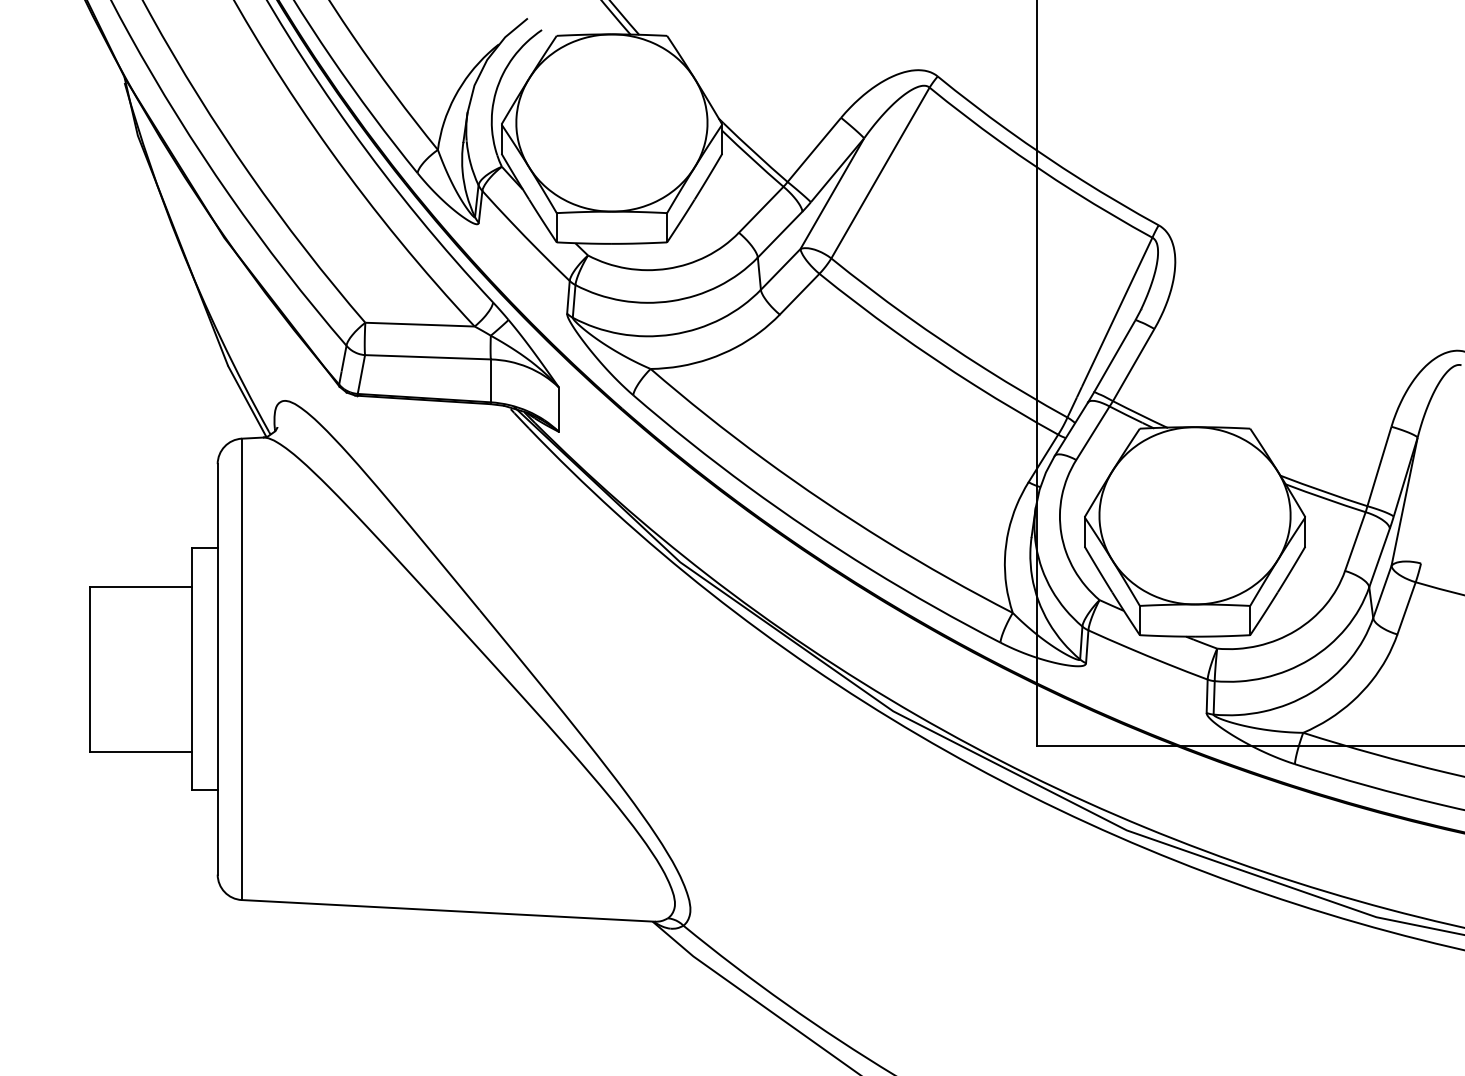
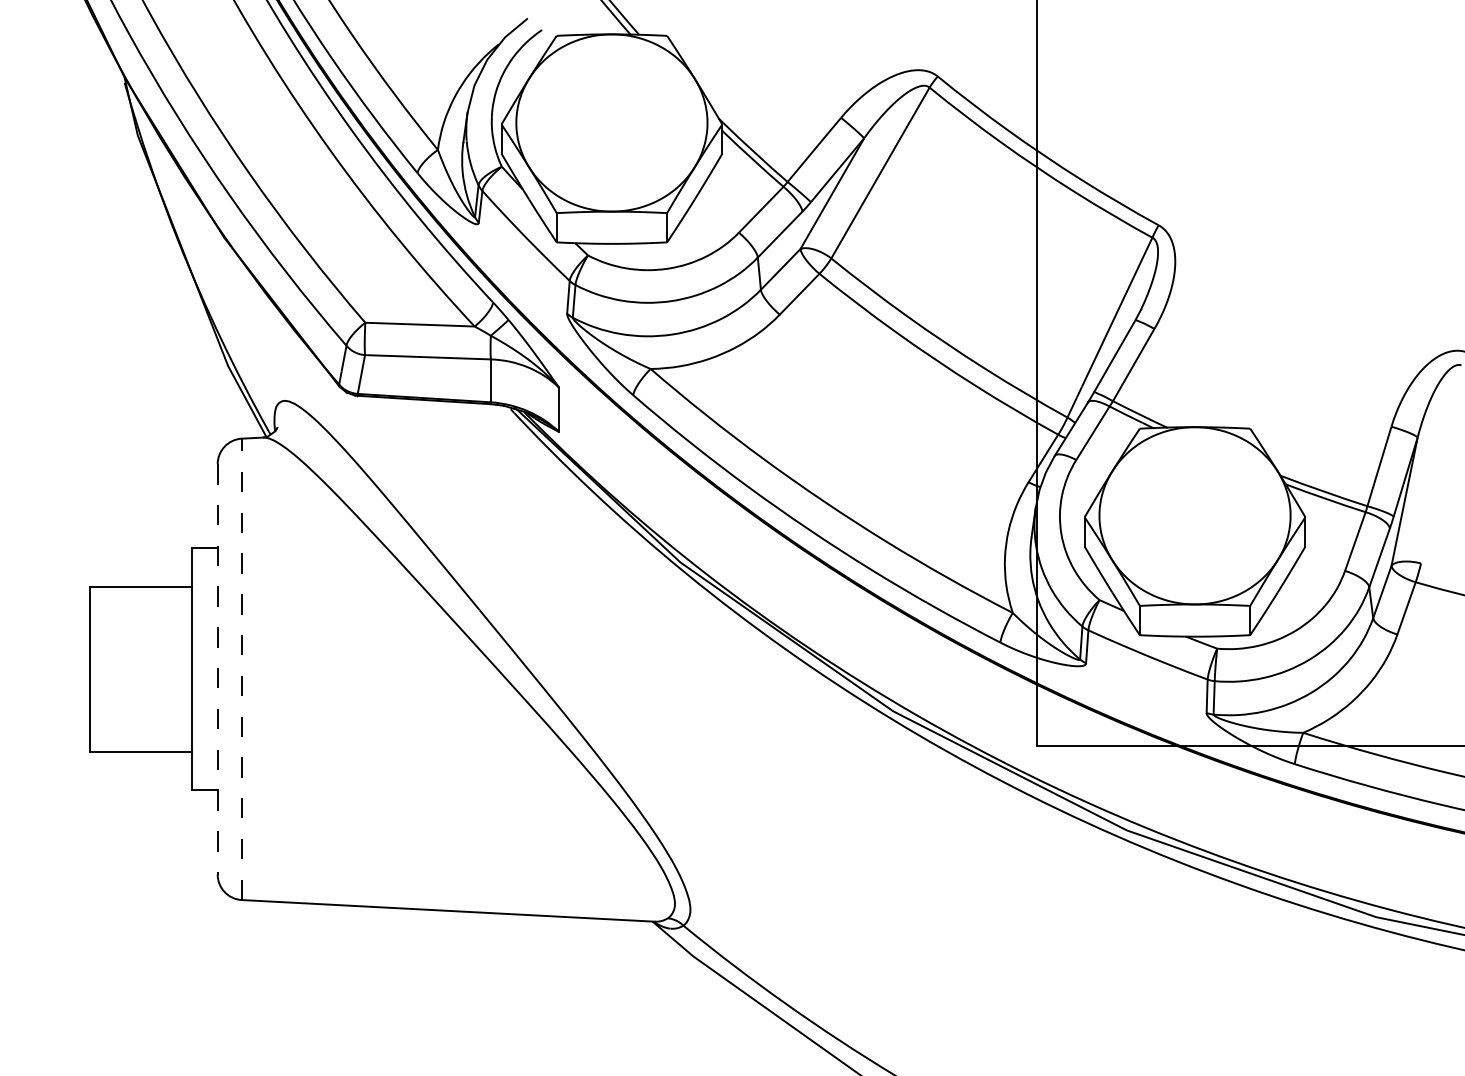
line at (217, 669): solid -> dashed
line at (241, 669): solid -> dashed
